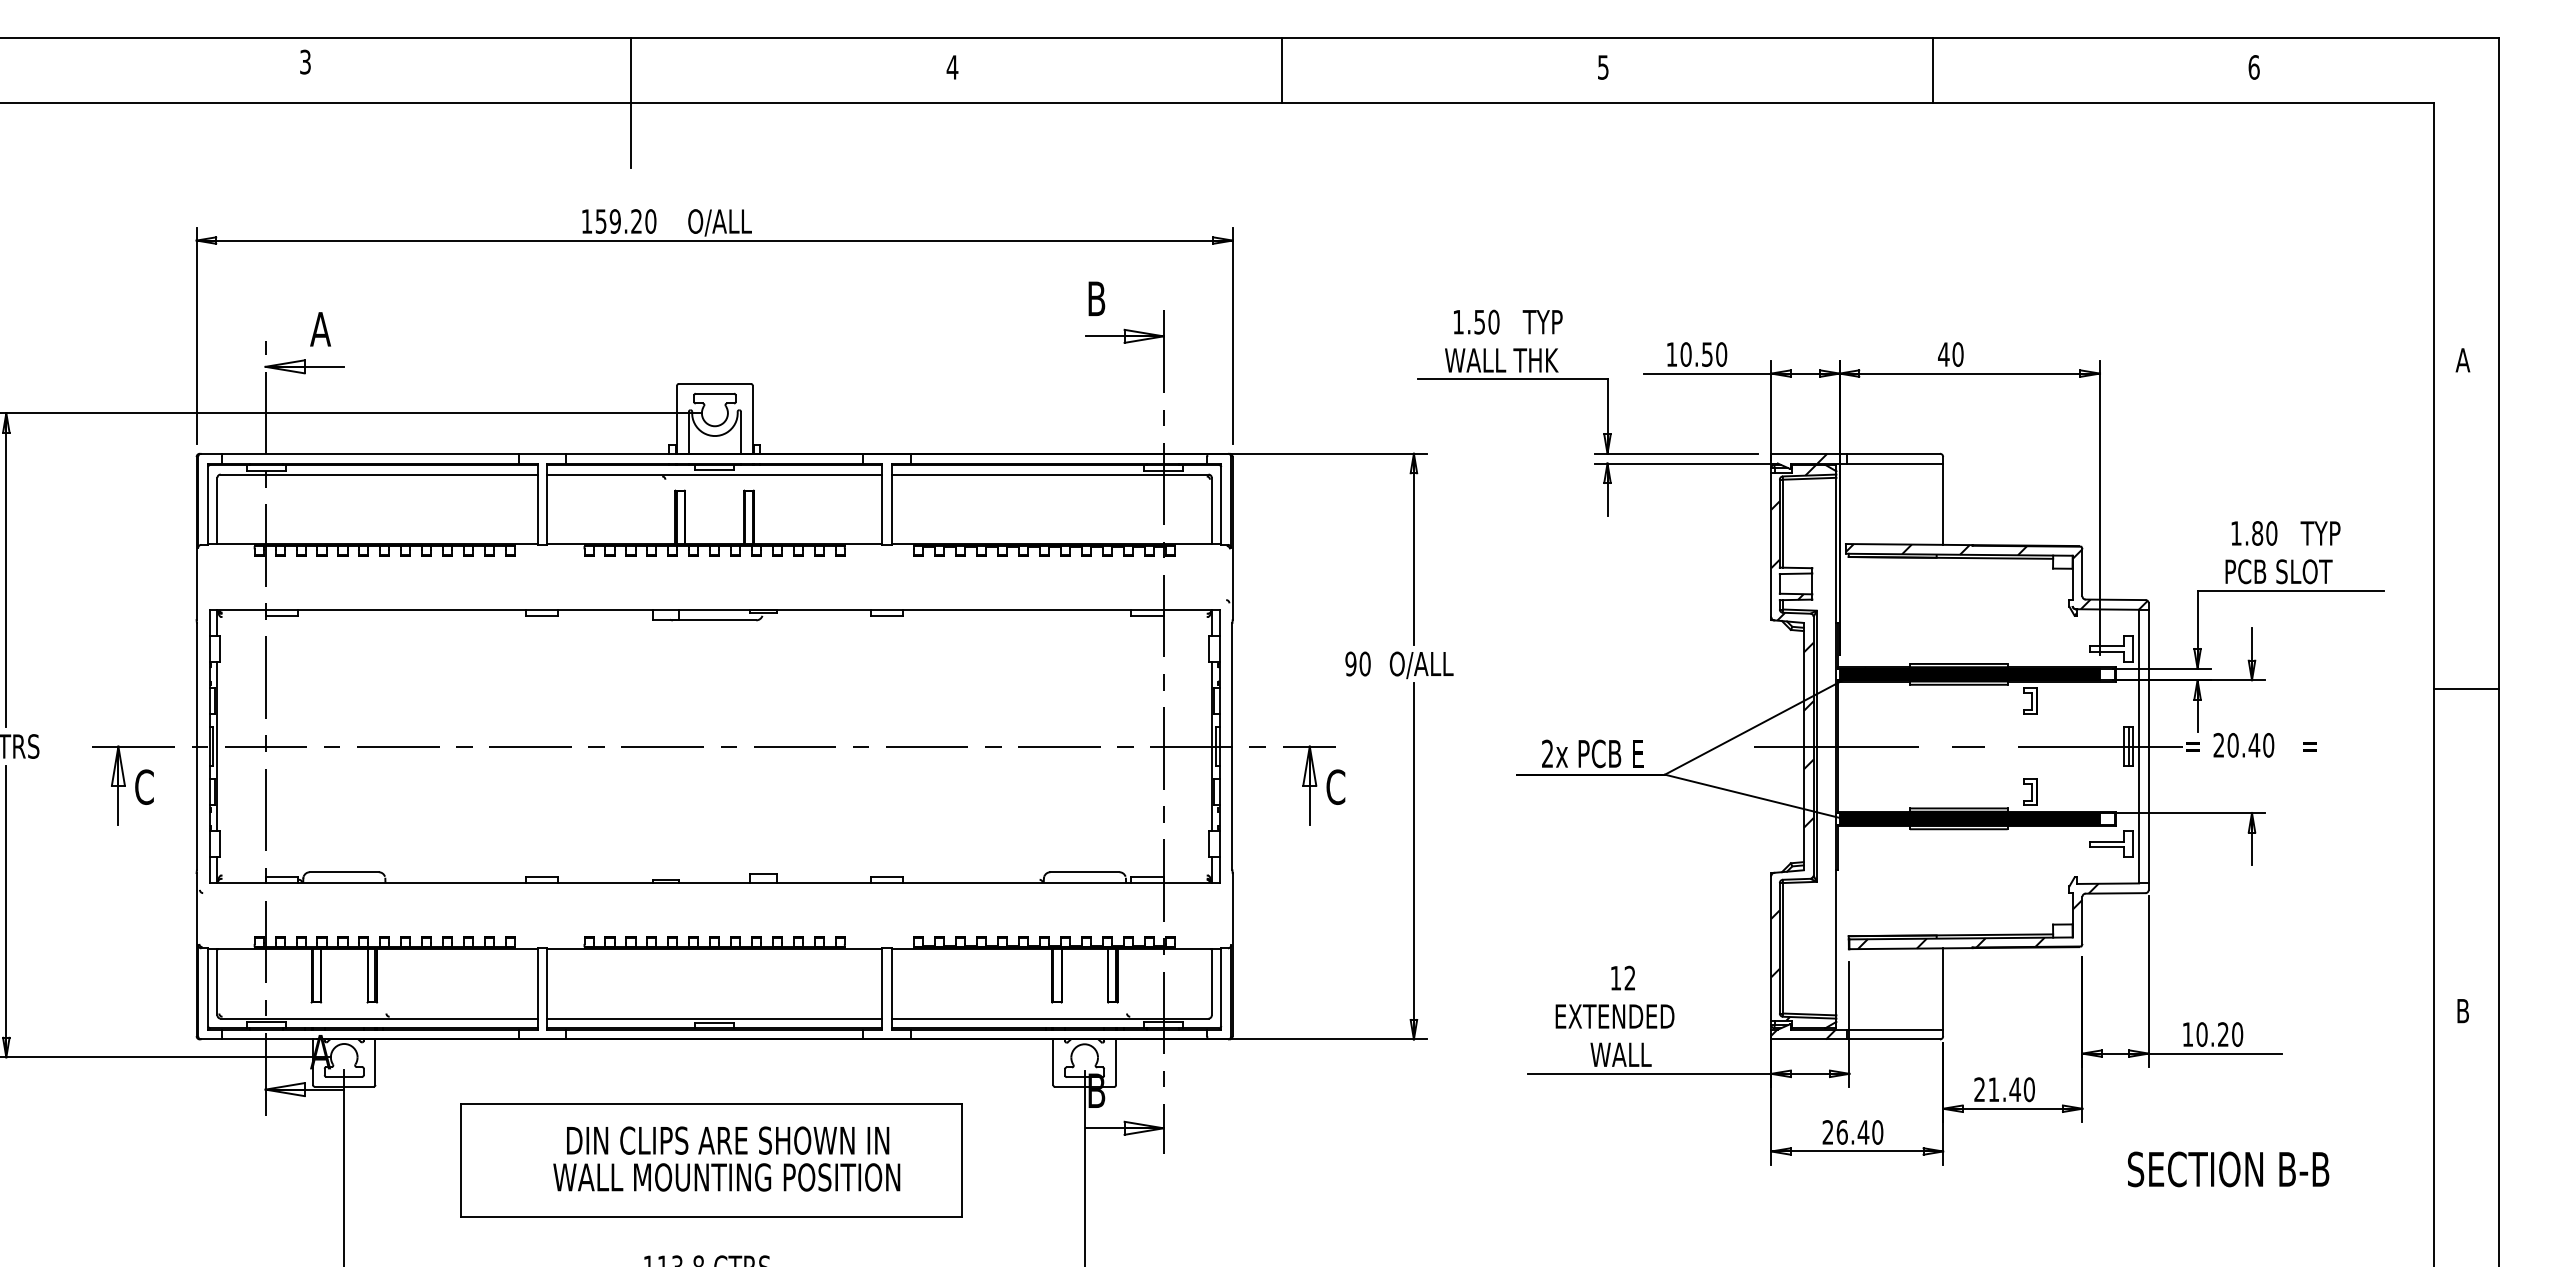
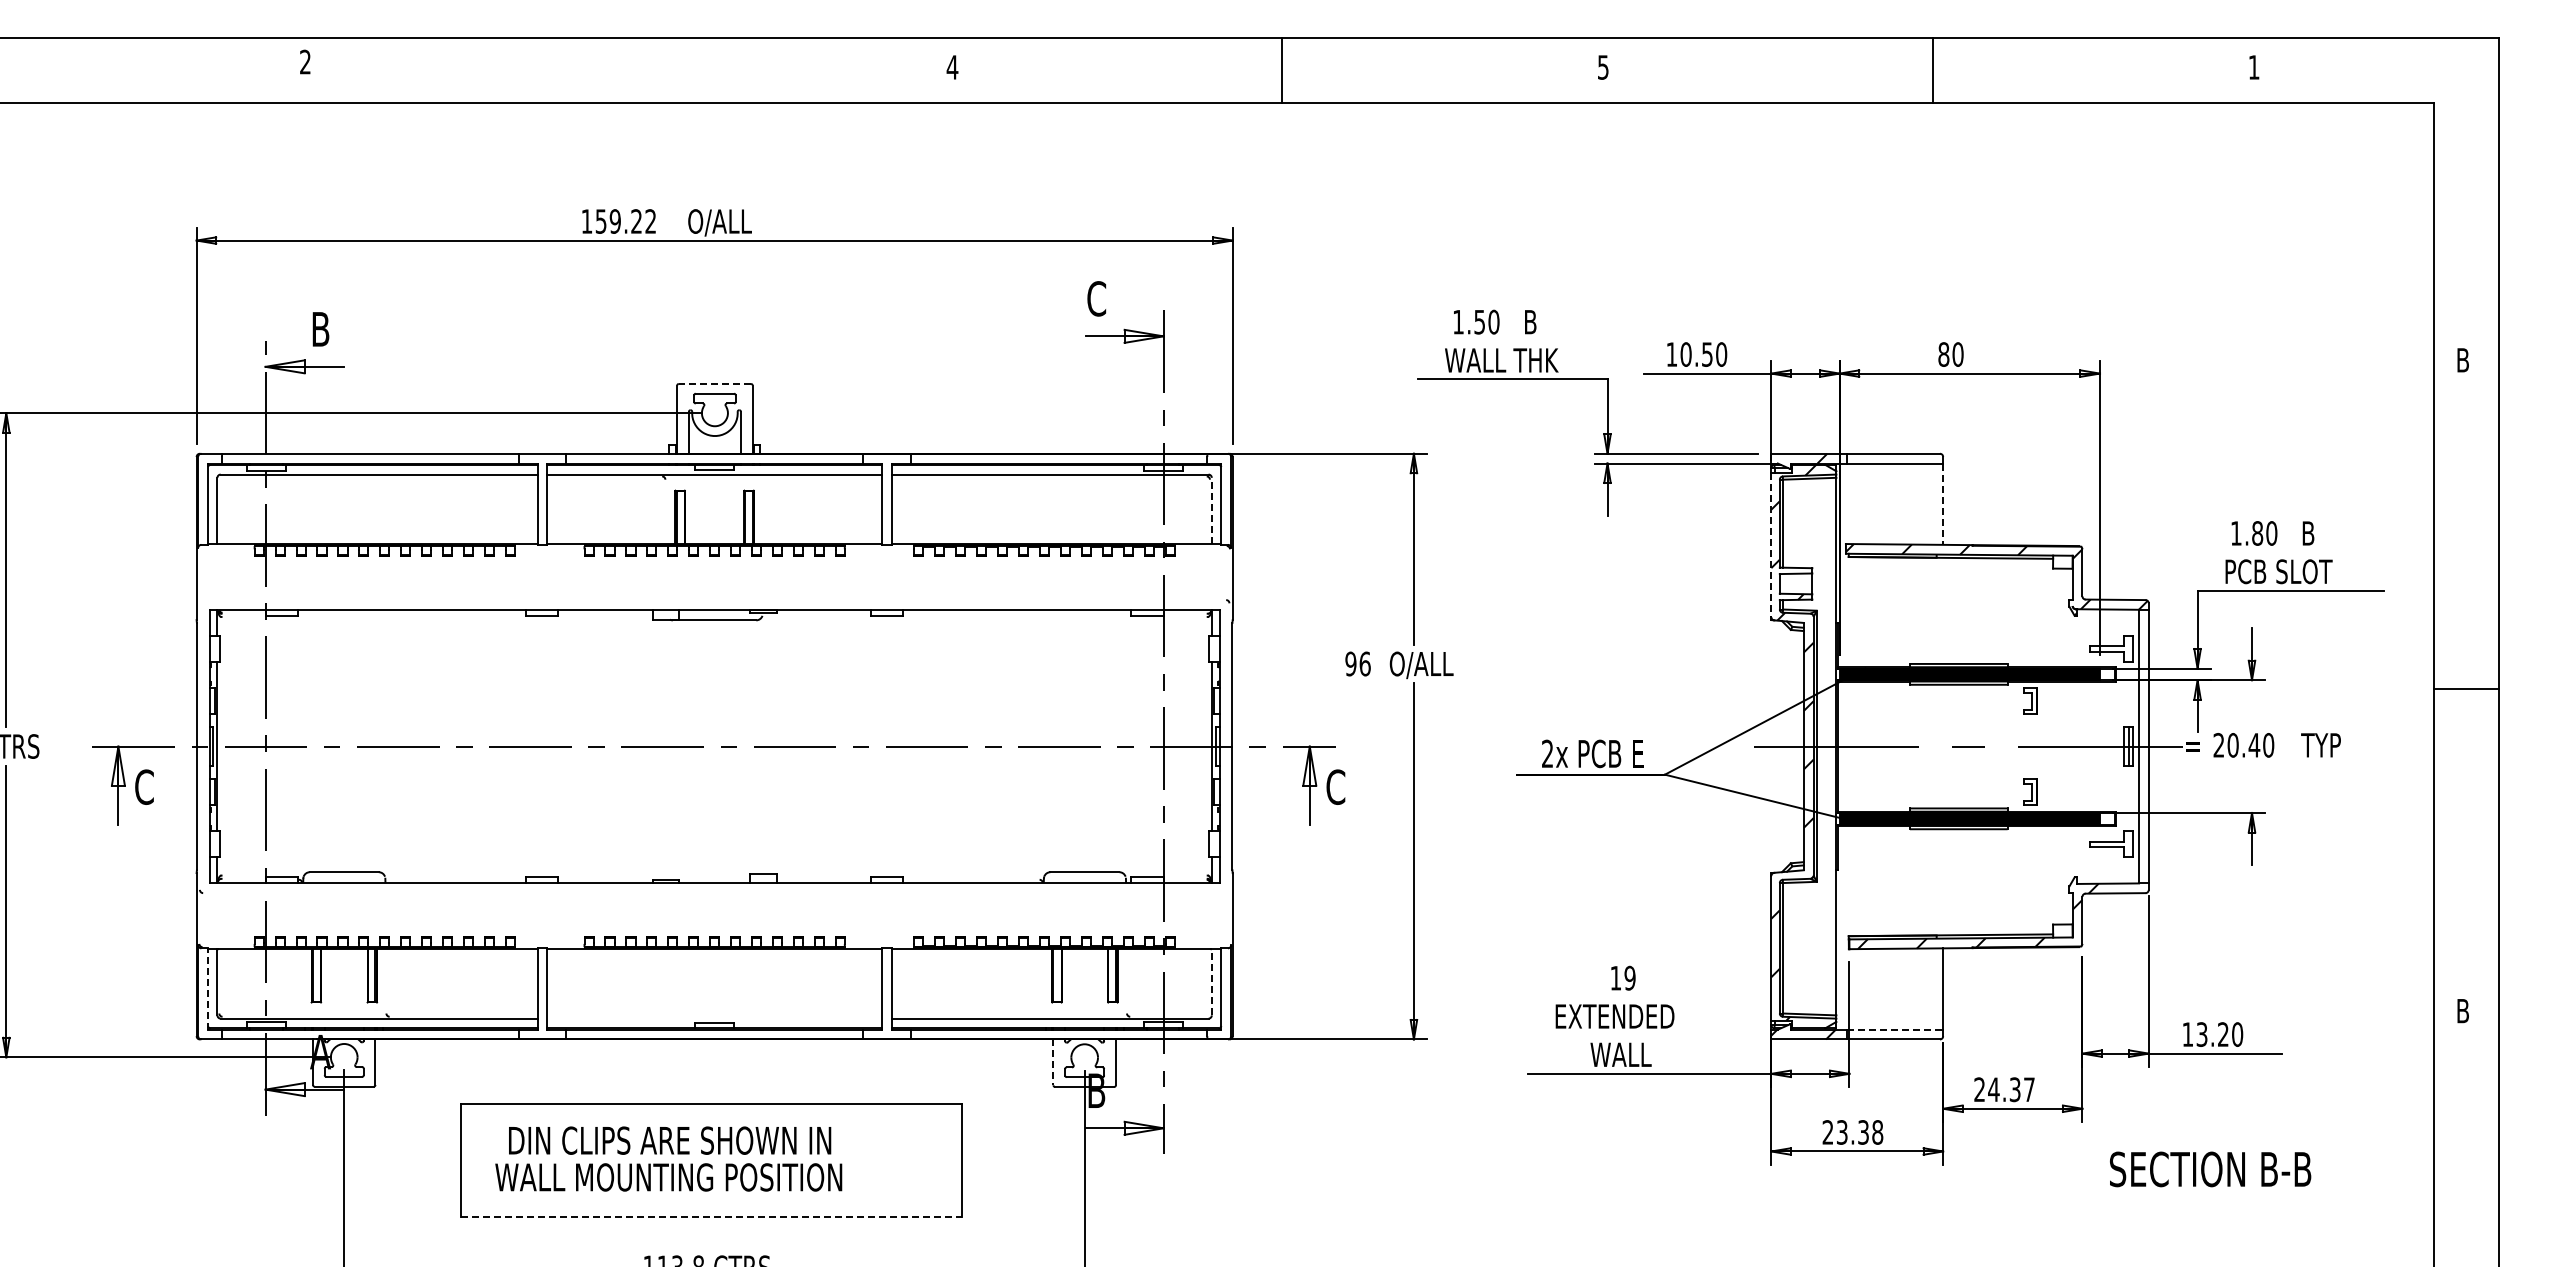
text at (305, 62): 3 -> 2
text at (2253, 67): 6 -> 1
line at (630, 103): present -> none
text at (650, 221): 159.20 -> 159.22
text at (1096, 298): B -> C
text at (1542, 322): TYP -> B
text at (320, 329): A -> B
text at (1943, 354): 40 -> 80
text at (2462, 360): A -> B
line at (714, 383): solid -> dashed
line at (1943, 504): solid -> dashed
line at (1211, 510): solid -> dashed
text at (2320, 533): TYP -> B
line at (1771, 545): solid -> dashed
text at (1364, 663): 90 -> 96
text at (2320, 745): = -> TYP
text at (1629, 978): 12 -> 19
line at (1211, 981): solid -> dashed
line at (207, 989): solid -> dashed
line at (714, 1018): present -> none
line at (1895, 1029): solid -> dashed
text at (2201, 1034): 10.20 -> 13.20
line at (1053, 1062): solid -> dashed
text at (2011, 1089): 21.40 -> 24.37
text at (1859, 1132): 26.40 -> 23.38
text at (726, 1158) position: (726, 1158) -> (668, 1158)
text at (2228, 1169) position: (2228, 1169) -> (2210, 1169)
line at (712, 1217): solid -> dashed
